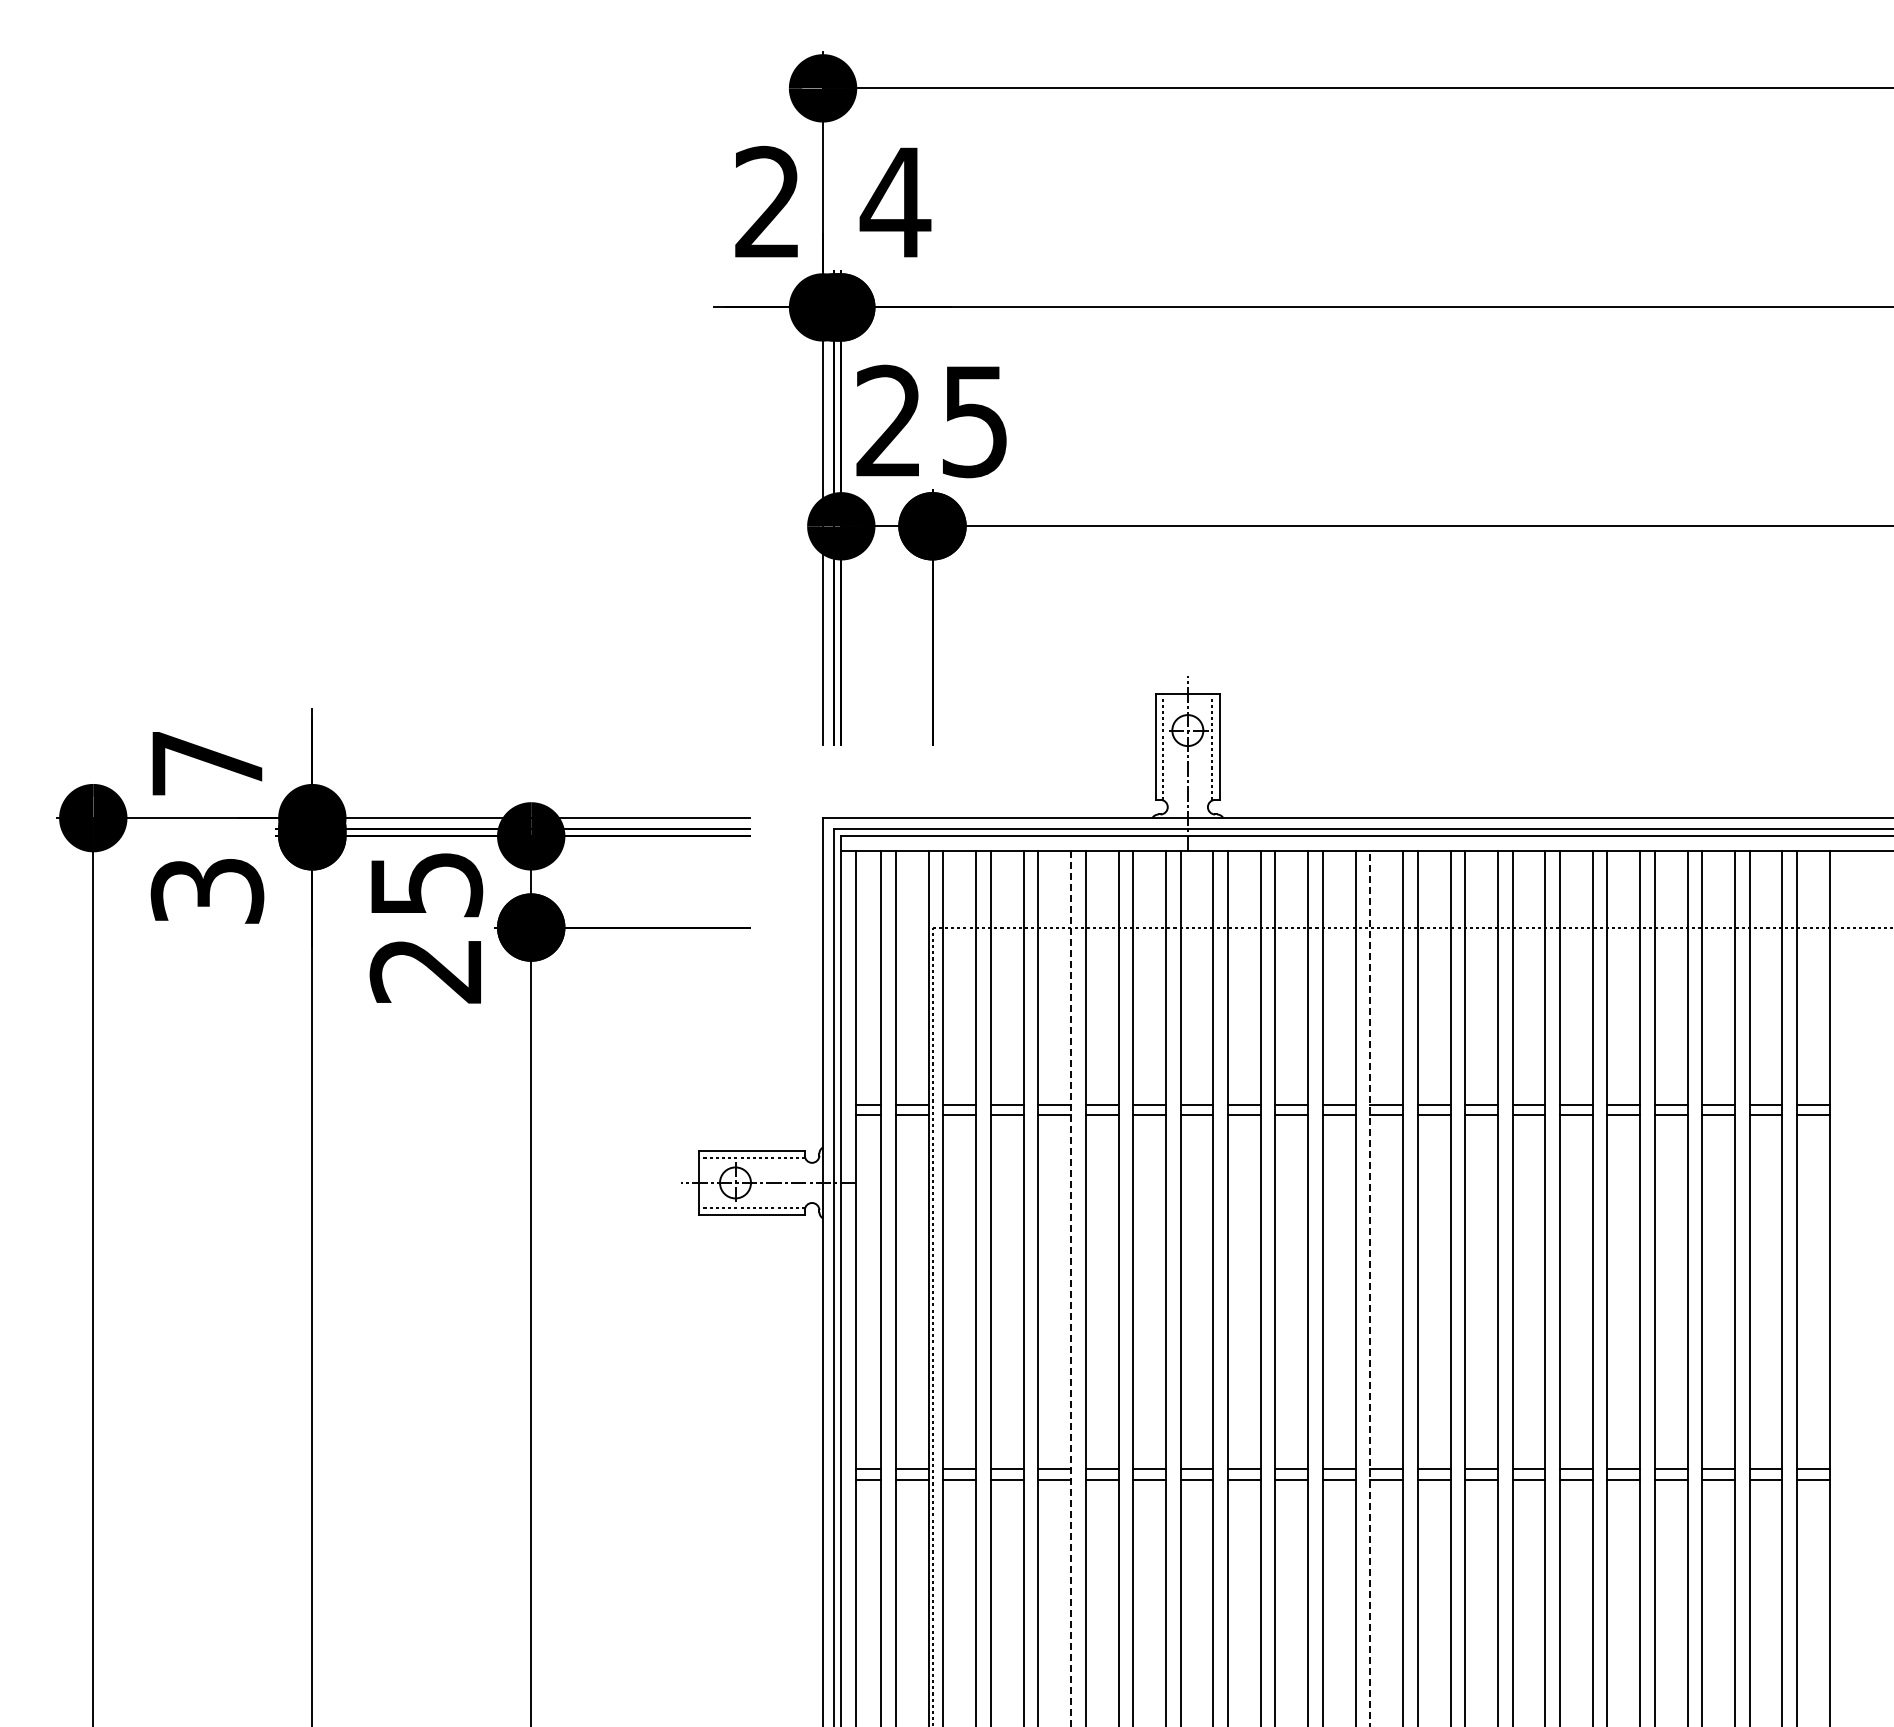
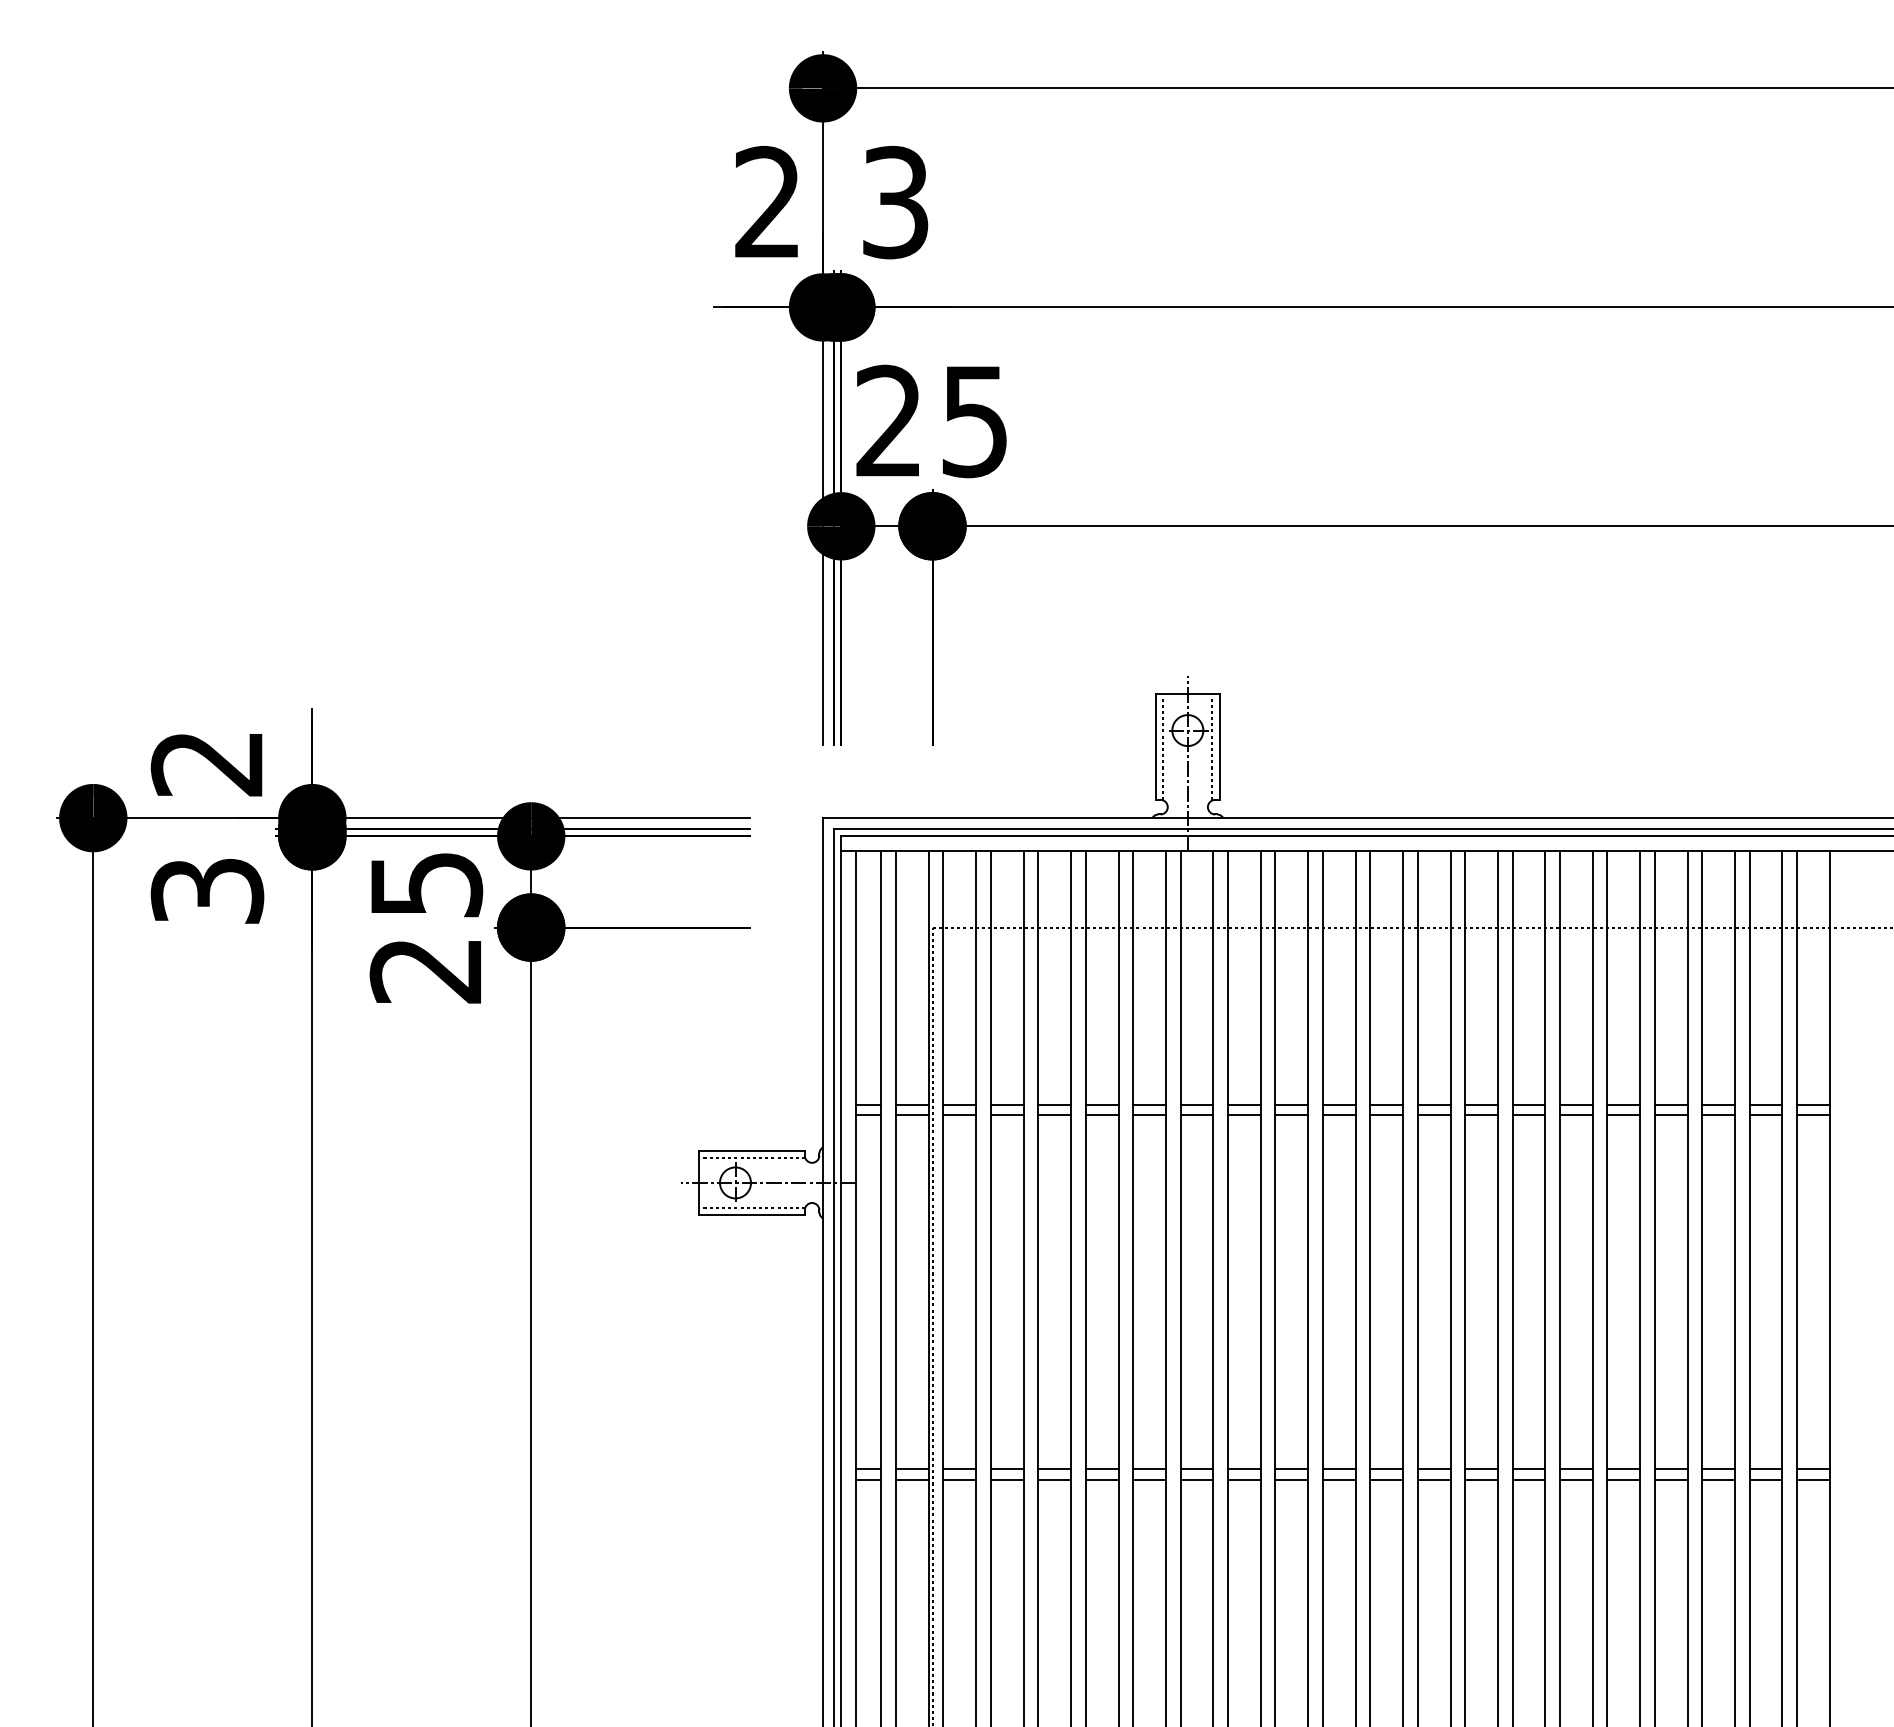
text at (895, 202): 4 -> 3
text at (206, 764): 7 -> 2
line at (1071, 1288): dashed -> solid
line at (1370, 1288): dashed -> solid
